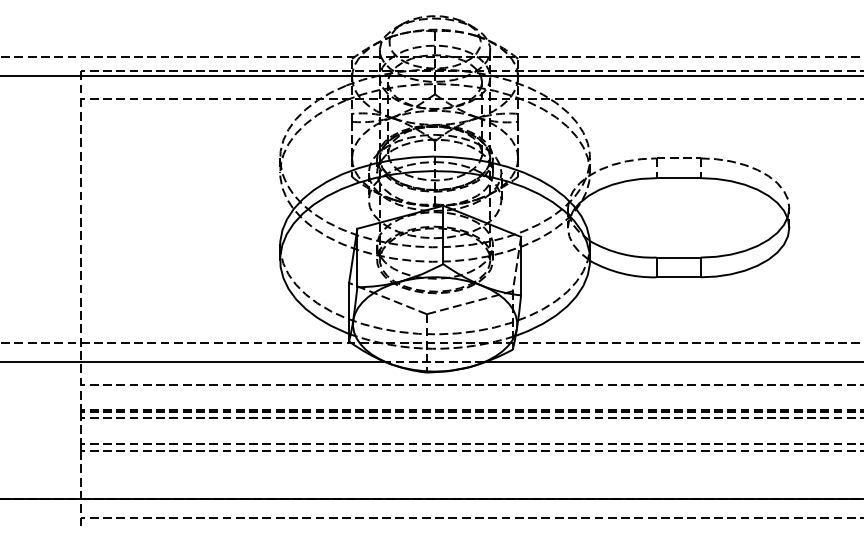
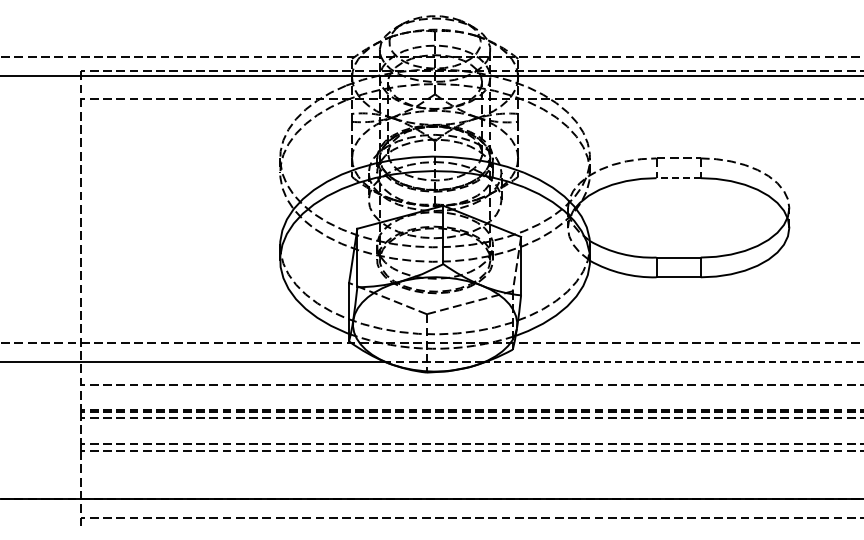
line at (678, 178): solid -> dashed
line at (673, 362): solid -> dashed
